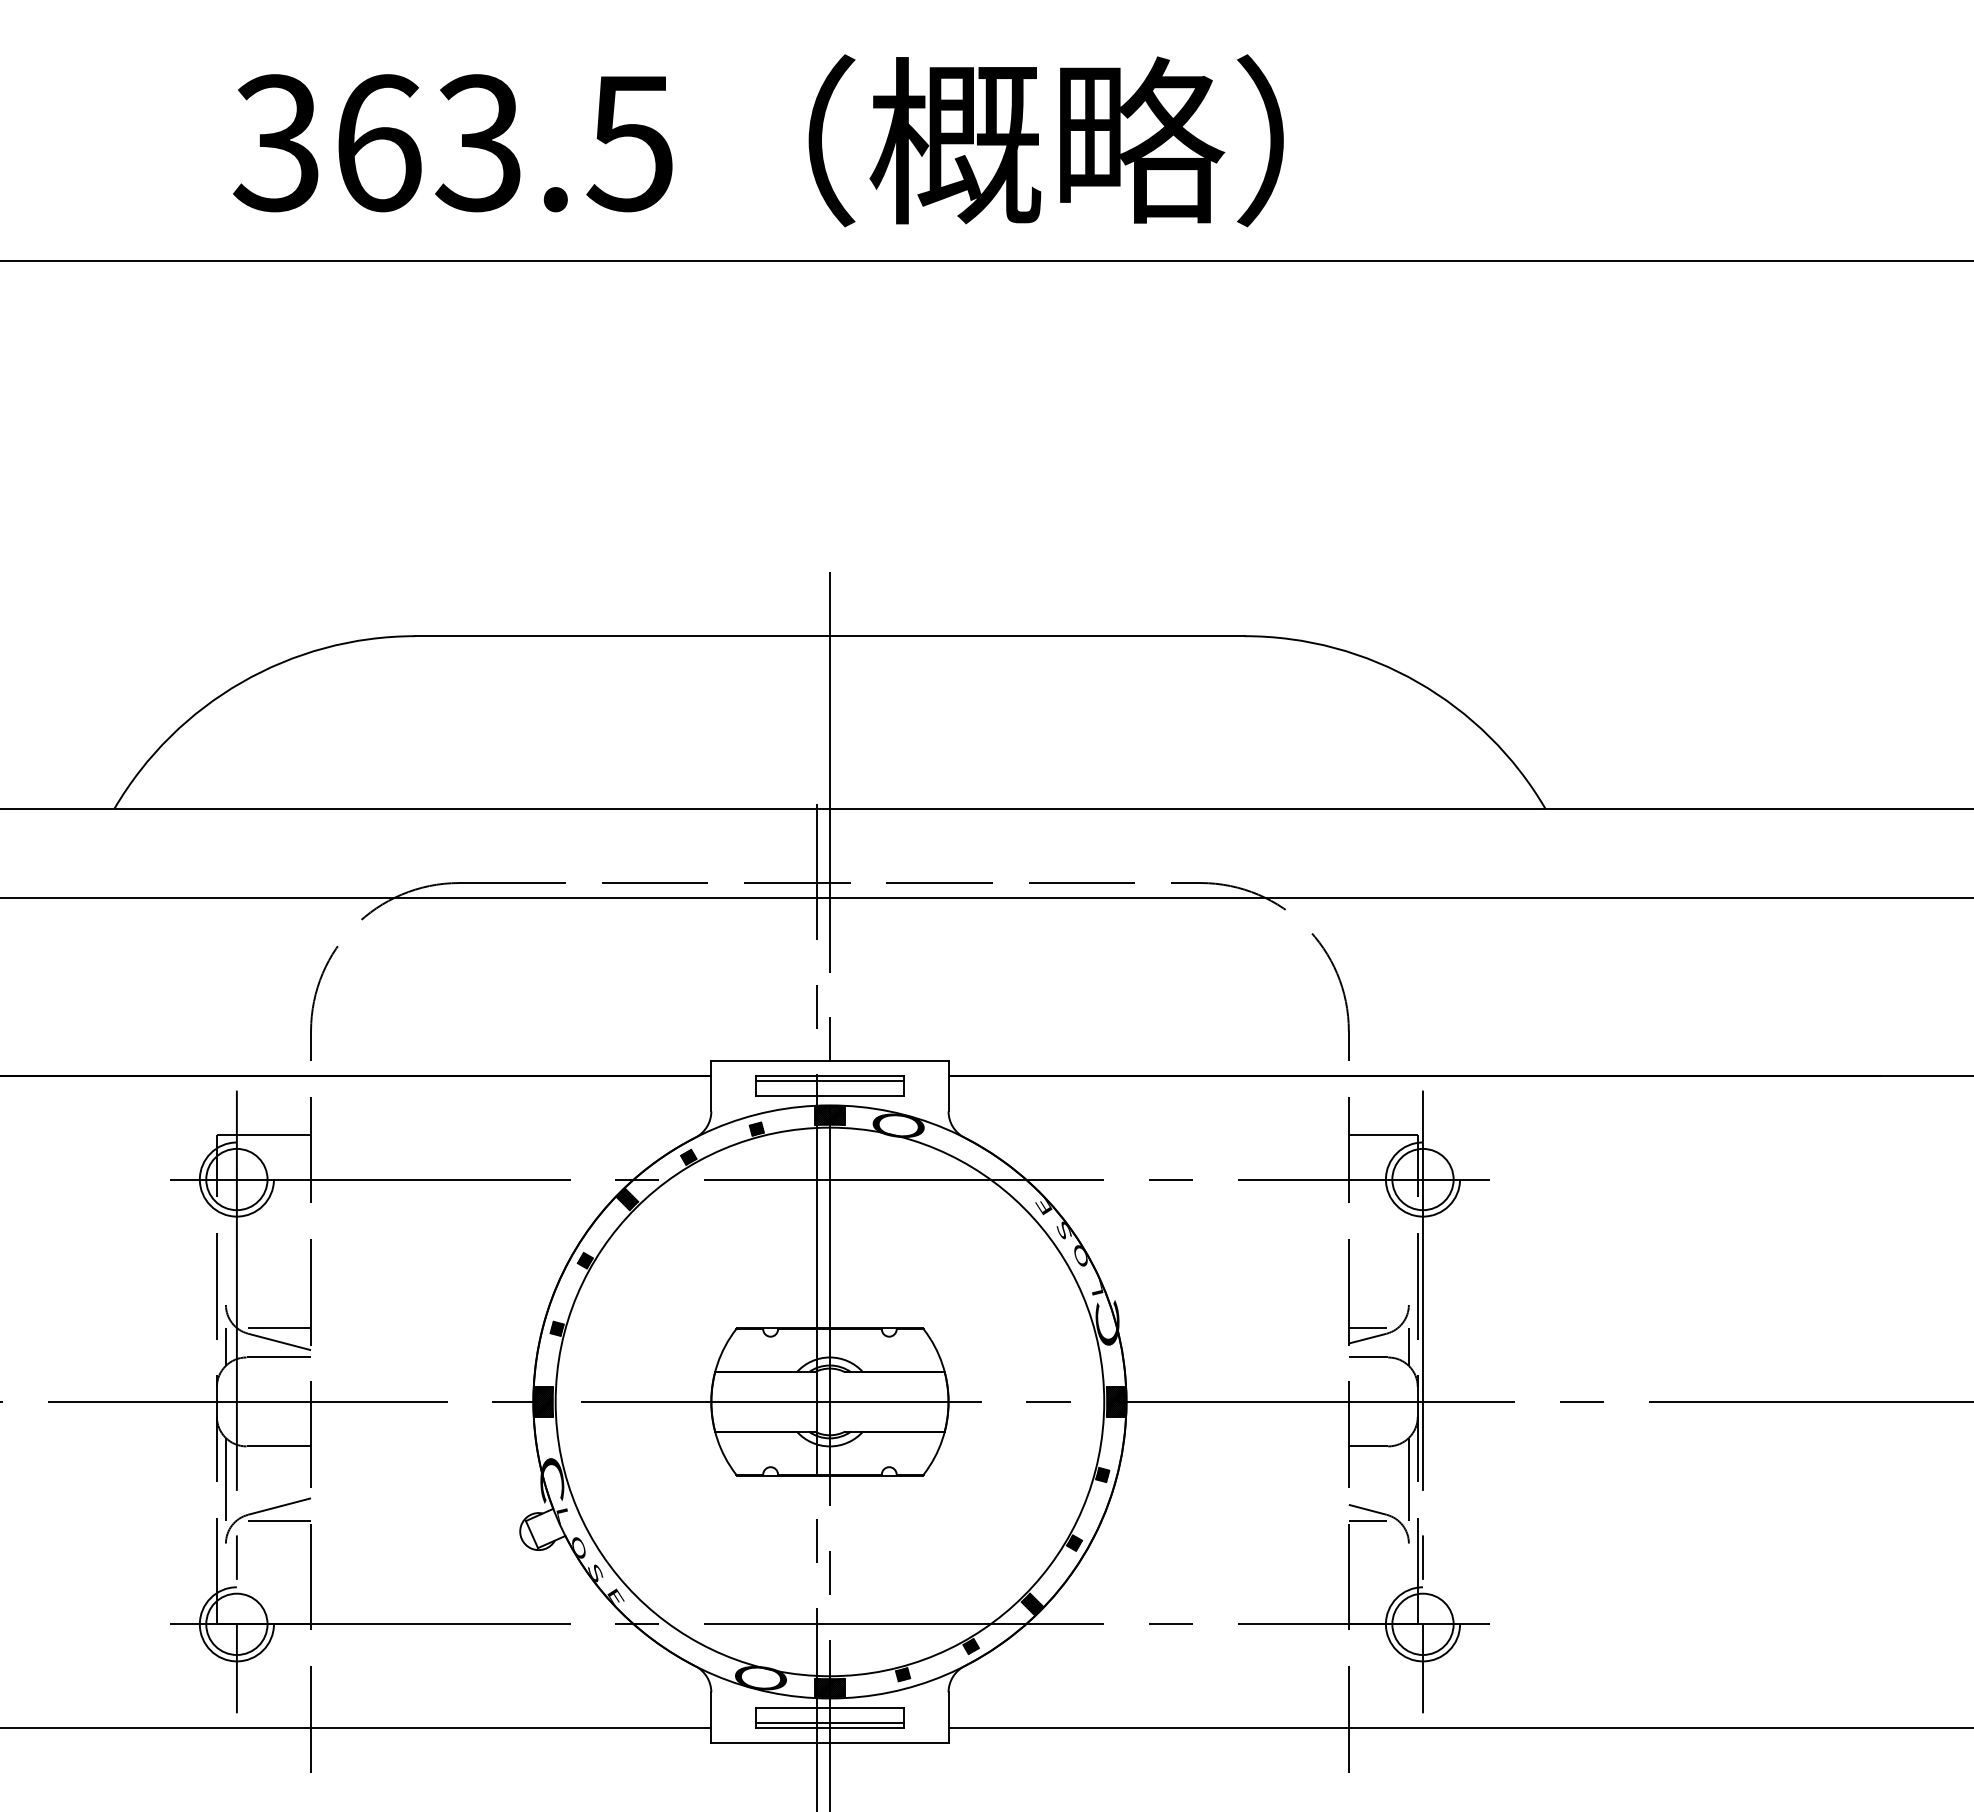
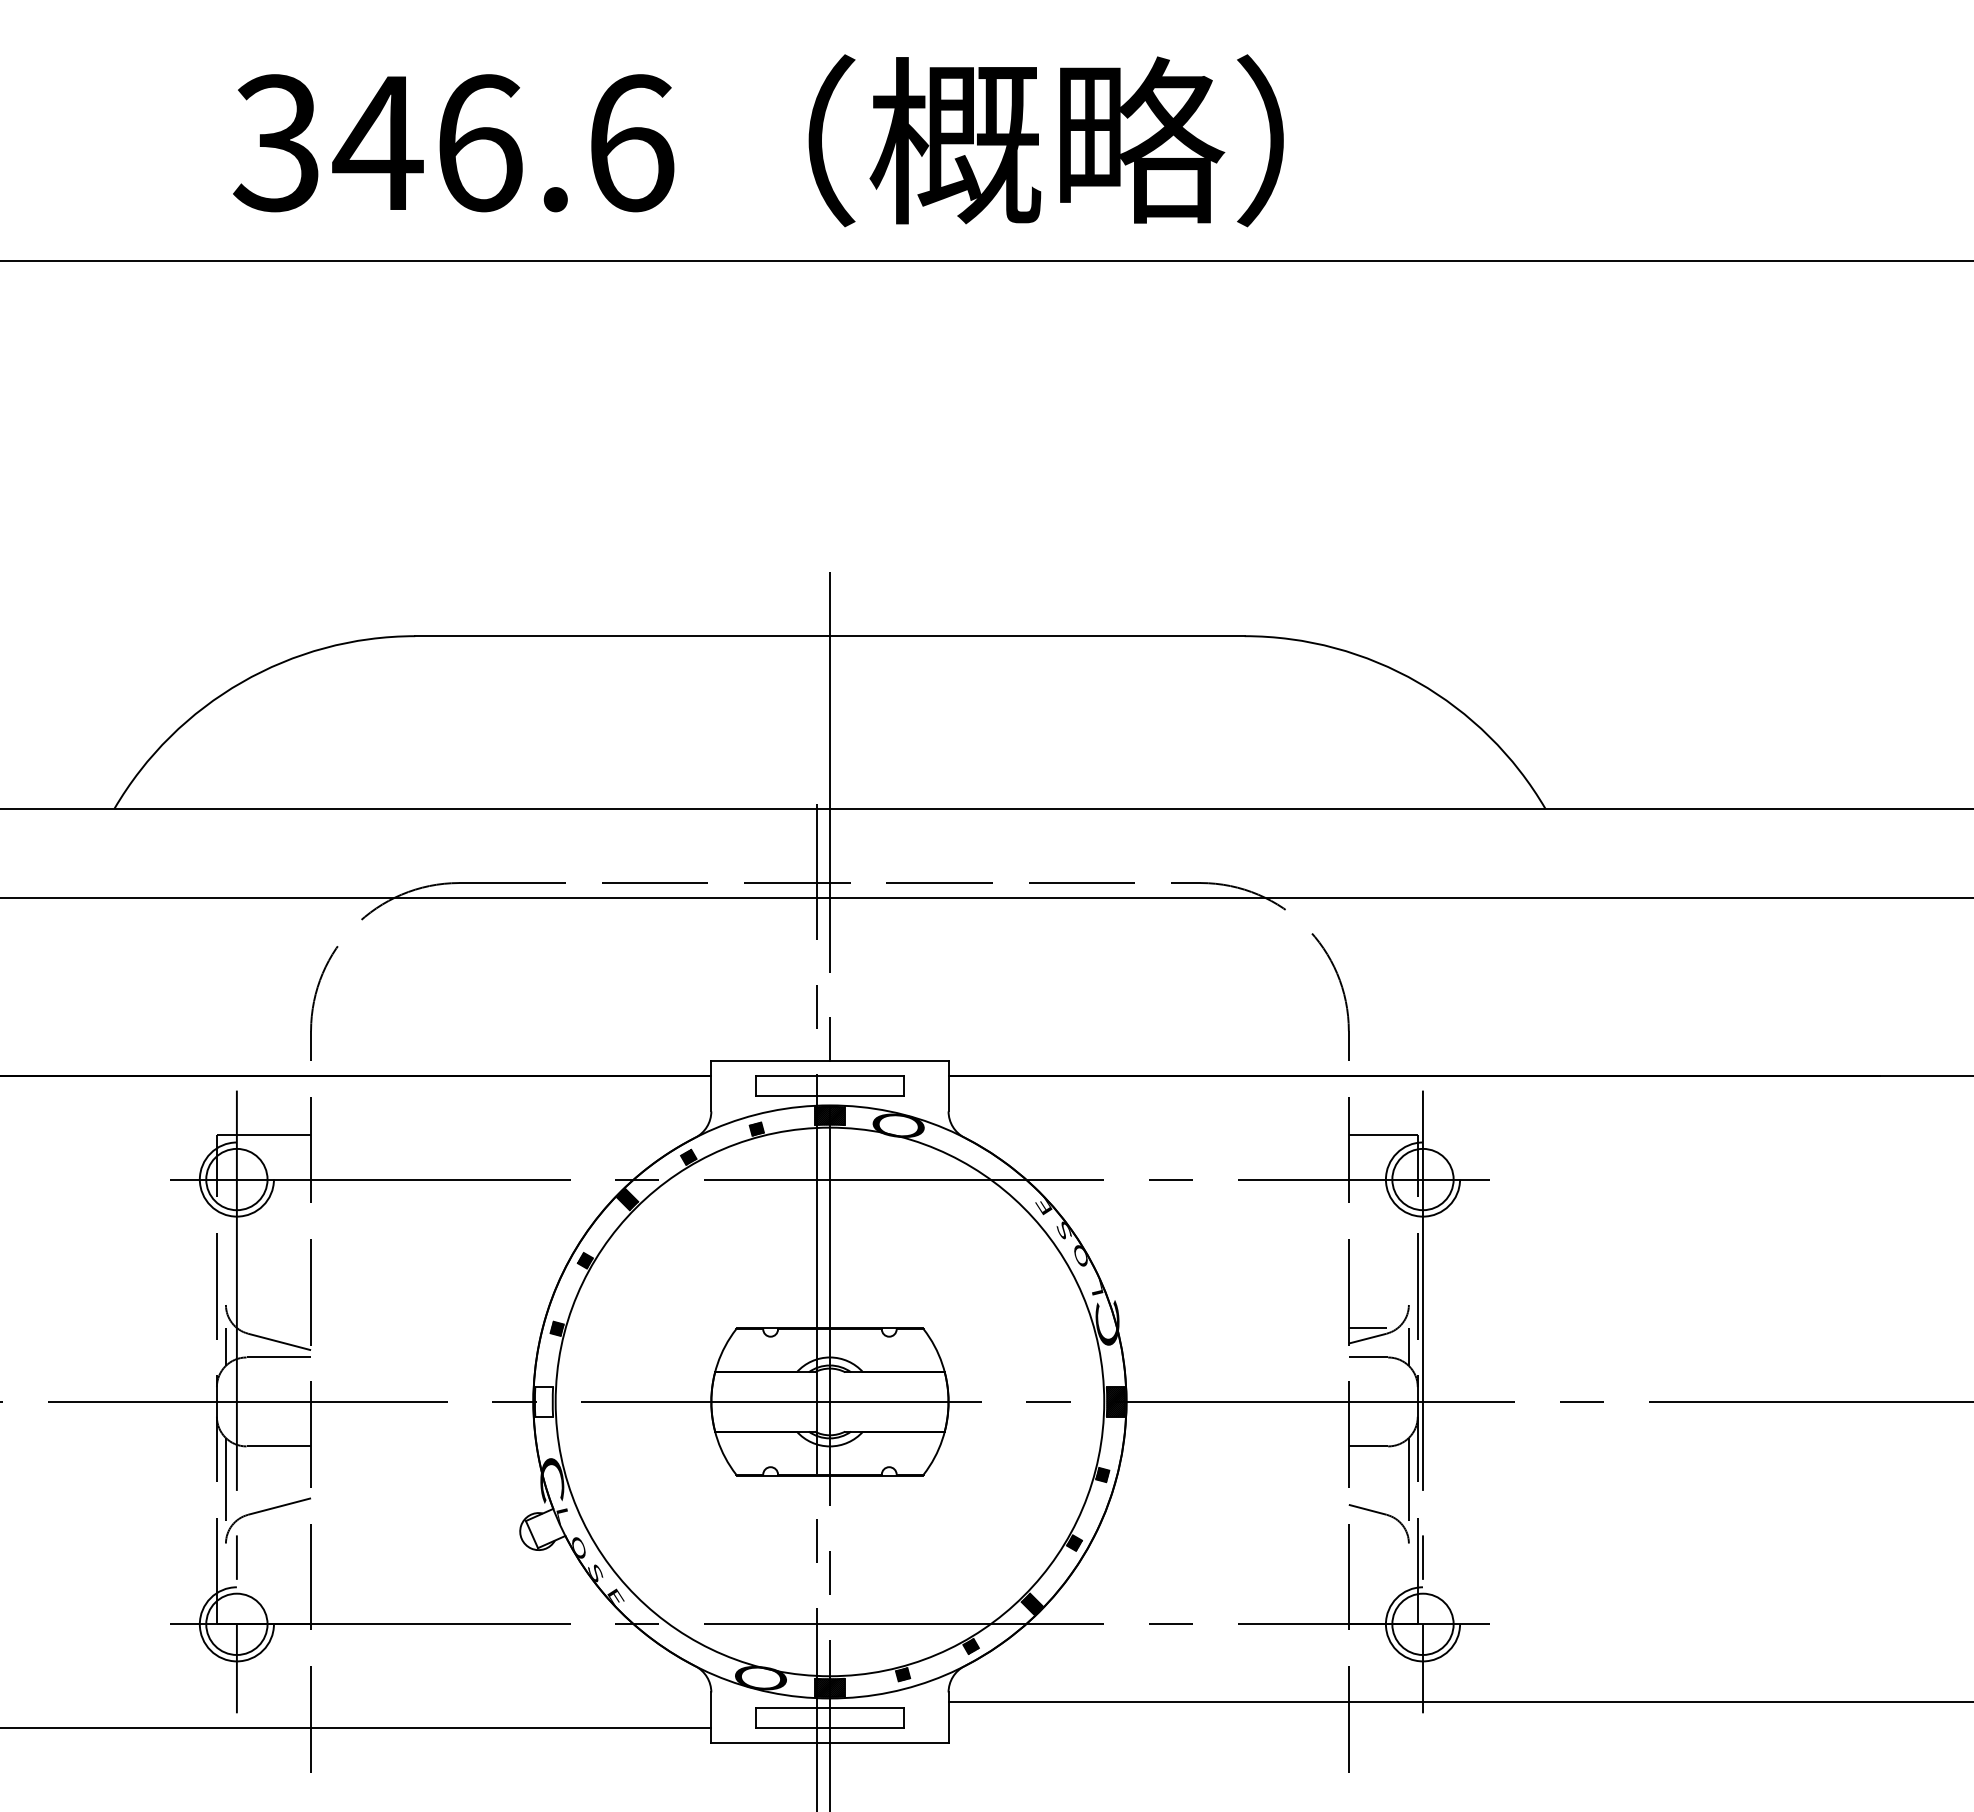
text at (503, 143): 363.5 -> 346.6
line at (829, 1081): present -> none
line at (279, 1327): present -> none
hatch at (543, 1401): present -> none
line at (279, 1520): present -> none
line at (1367, 1520): present -> none
line at (829, 1722): present -> none
line at (1459, 1728) position: (1459, 1728) -> (1459, 1702)
